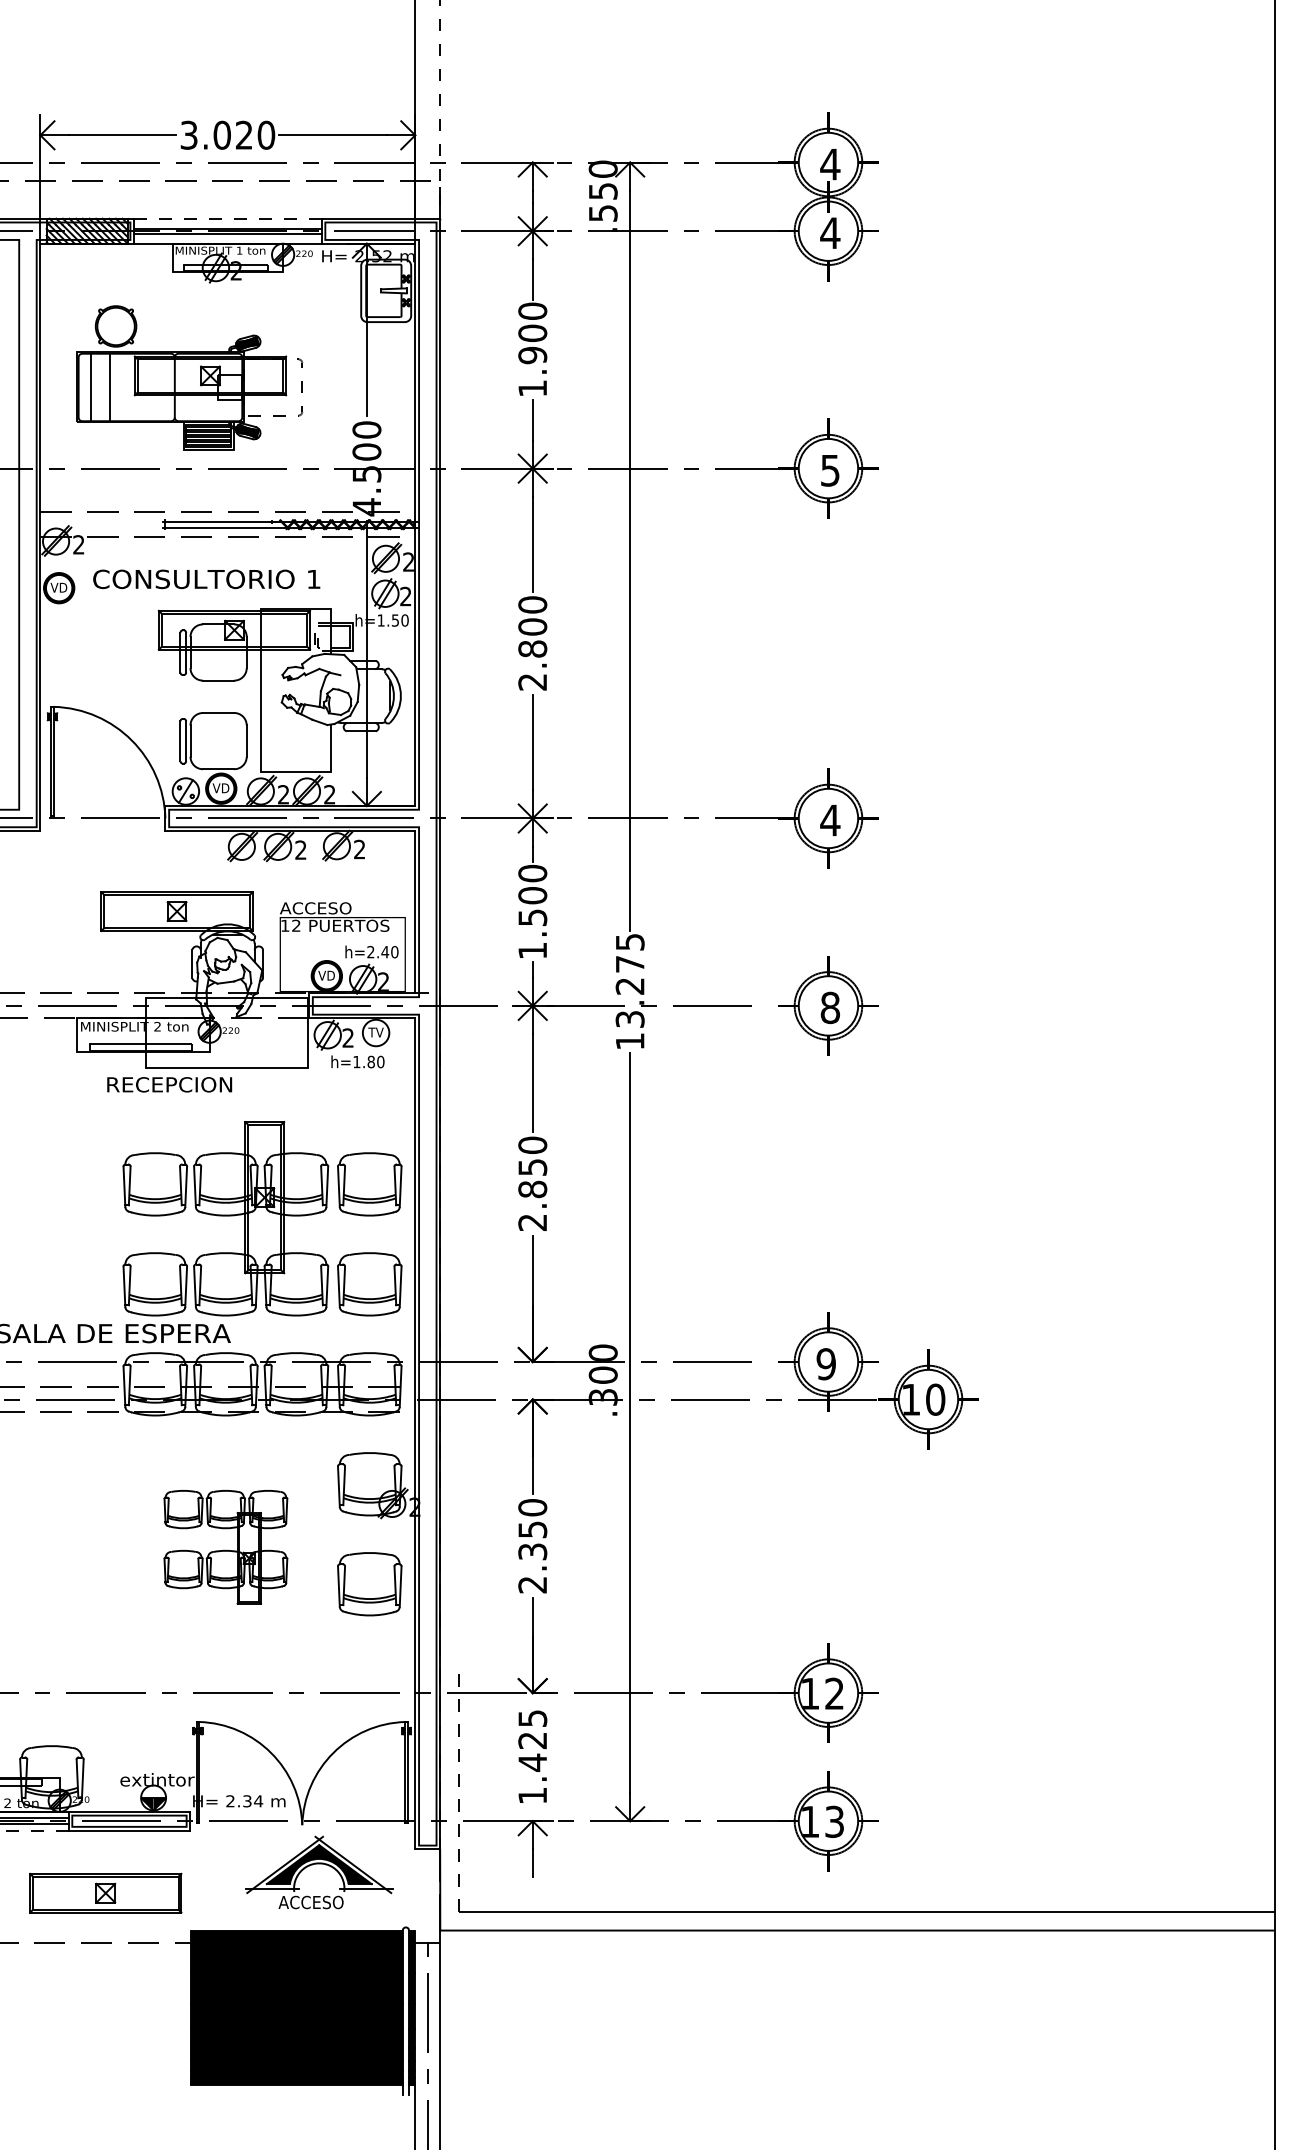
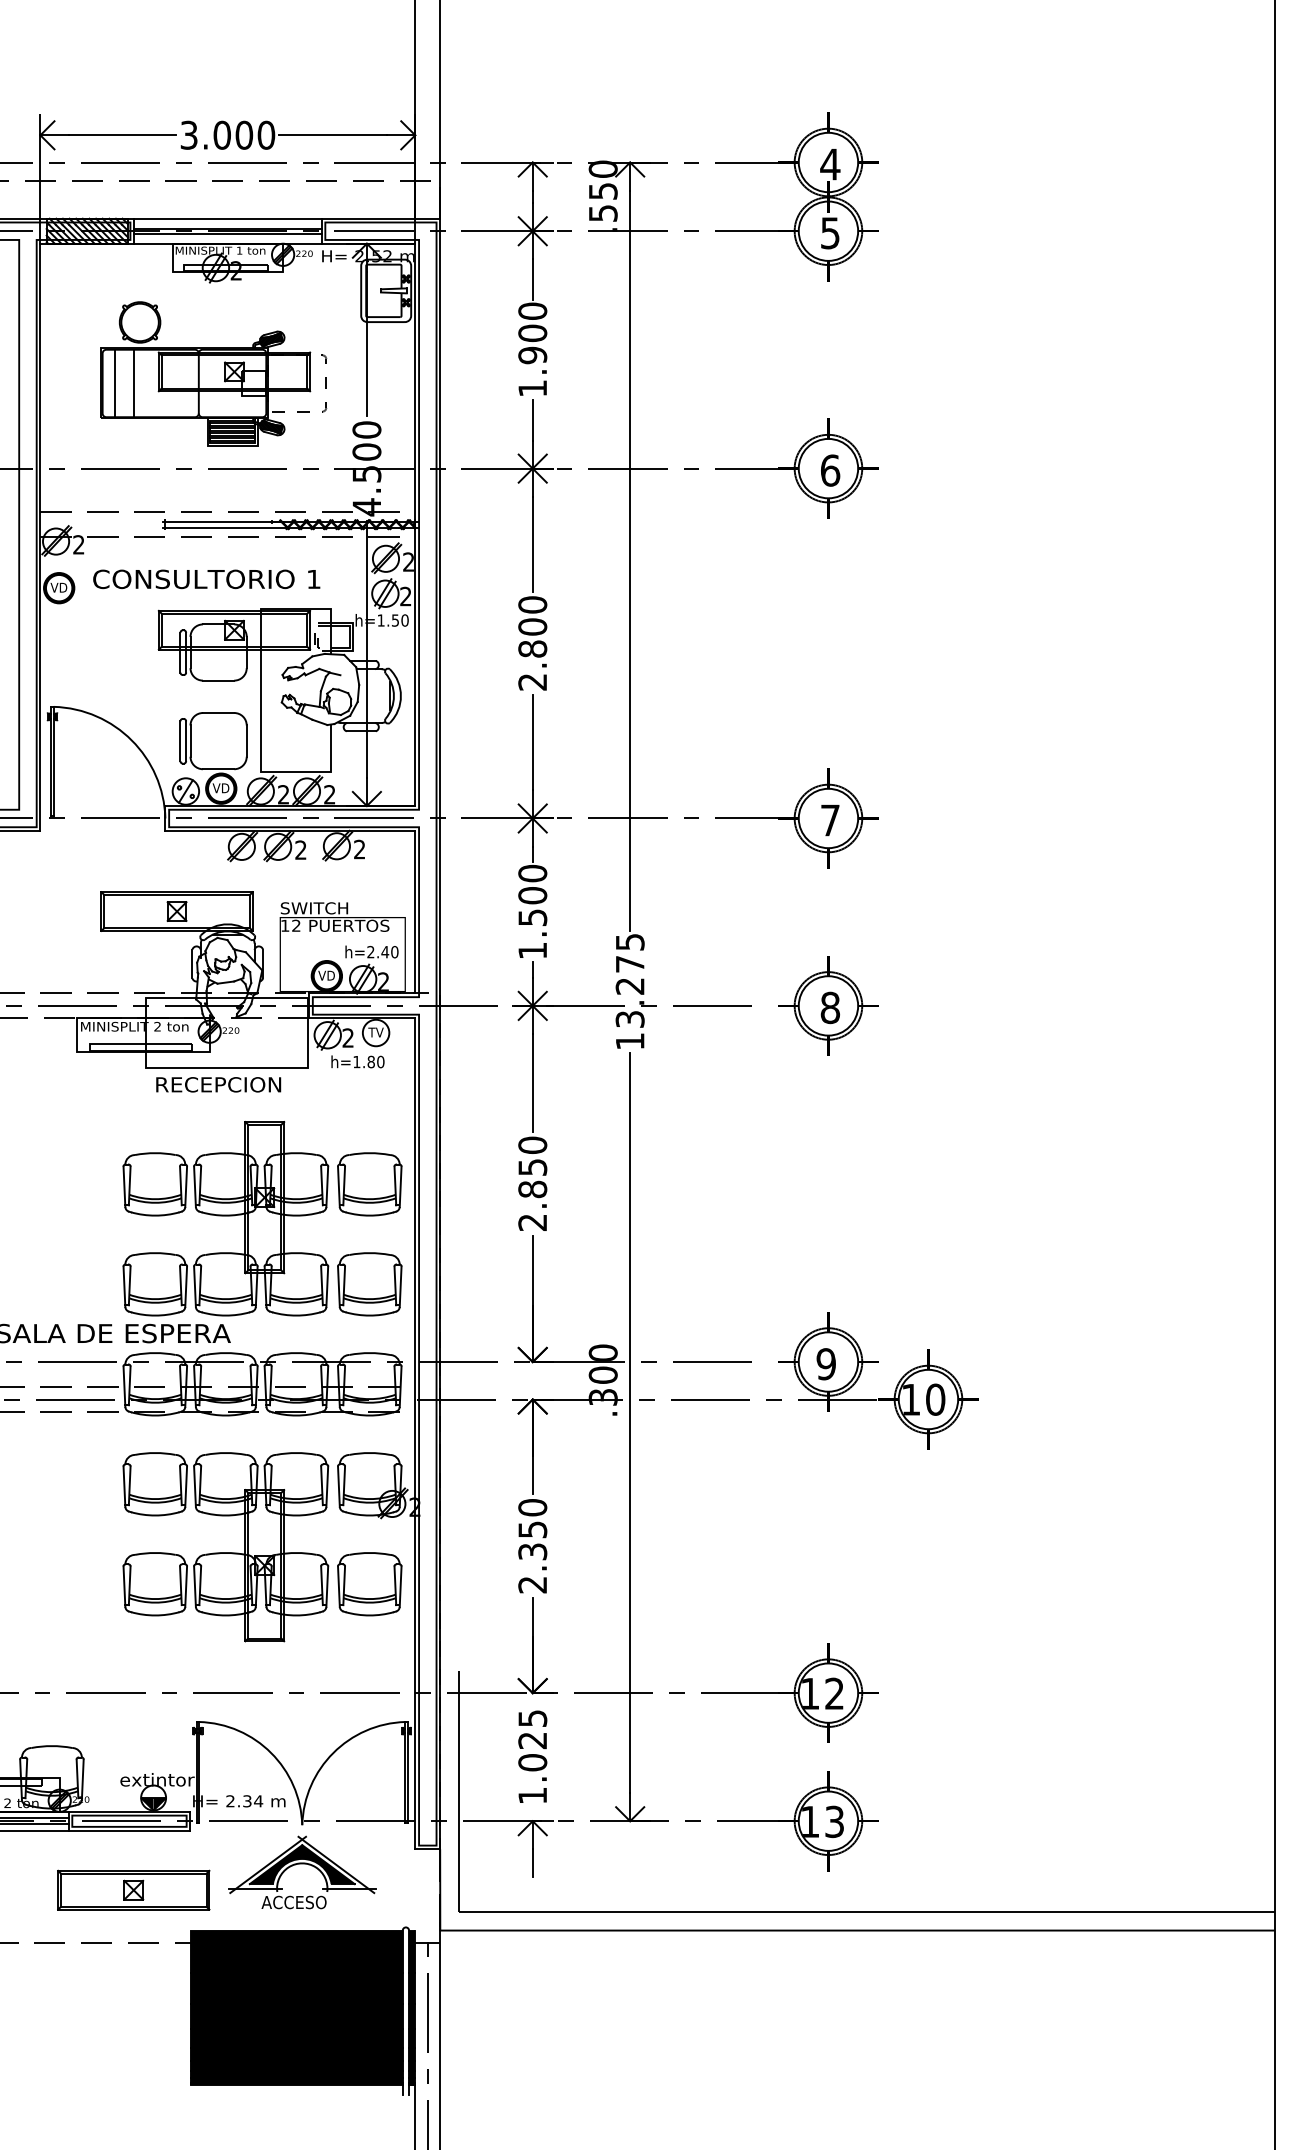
line at (440, 109): dashed -> solid
text at (244, 134): 3.020 -> 3.000
line at (227, 218): dashed -> solid
text at (830, 233): 4 -> 5
part at (189, 377) position: (189, 377) -> (213, 373)
text at (830, 470): 5 -> 6
text at (830, 820): 4 -> 7
text at (315, 908): ACCESO -> SWITCH
text at (169, 1084) position: (169, 1084) -> (218, 1084)
part at (225, 1547) size: 126x115 px -> 208x191 px
text at (532, 1762): 1.425 -> 1.025
line at (459, 1791): dashed -> solid
line at (34, 1830): dashed -> solid
part at (319, 1864) position: (319, 1864) -> (302, 1864)
part at (105, 1892) position: (105, 1892) -> (133, 1889)
